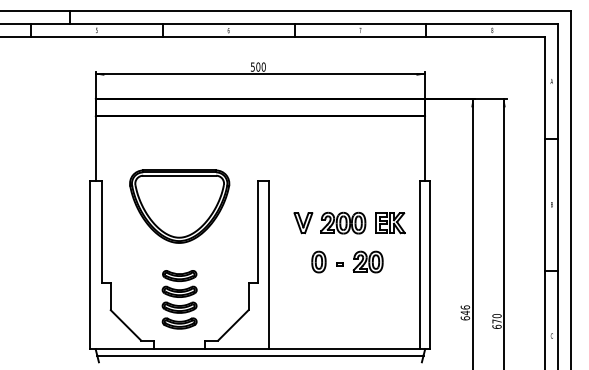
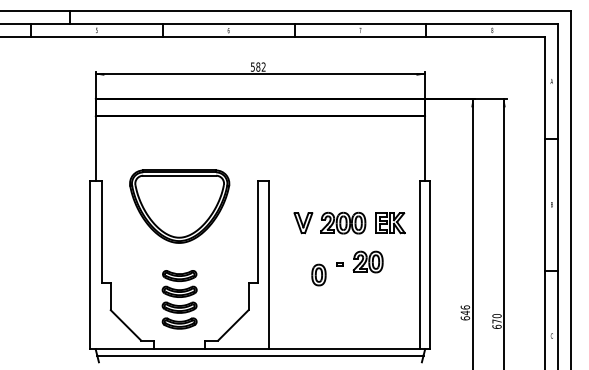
text at (260, 66): 500 -> 582
part at (318, 261) position: (318, 261) -> (318, 274)
